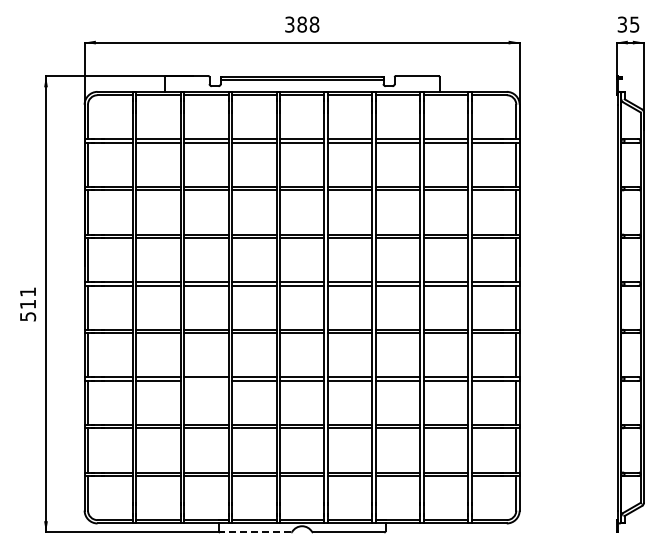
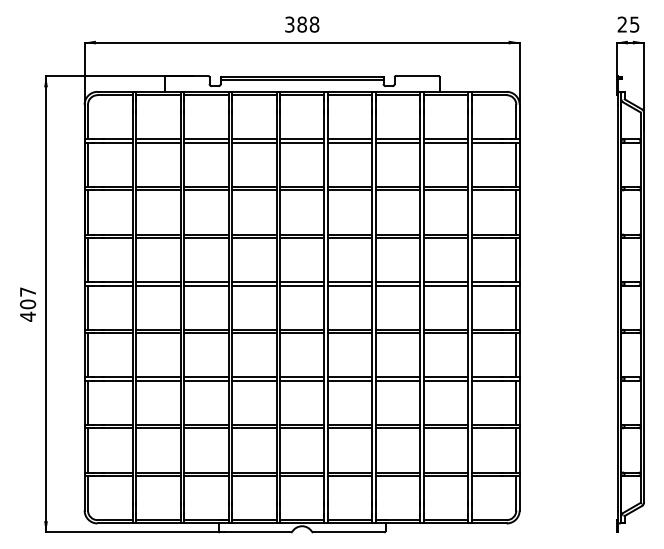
text at (621, 24): 35 -> 25
text at (28, 304): 511 -> 407
line at (205, 380): none -> present
line at (255, 532): dashed -> solid
